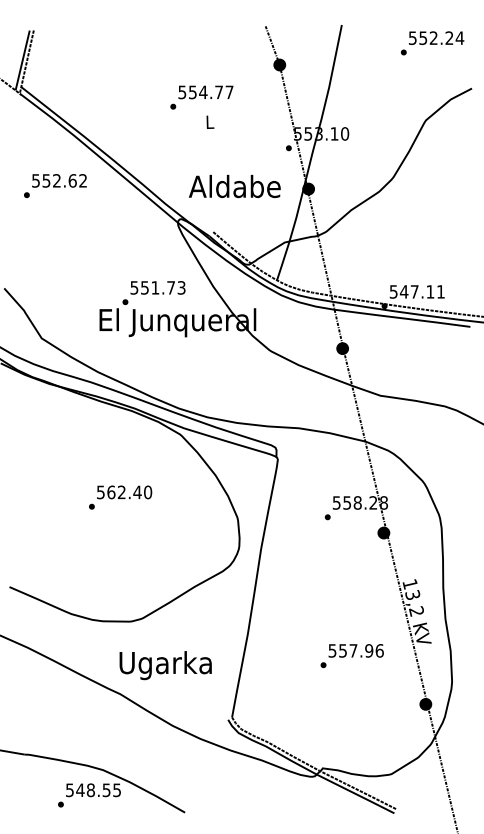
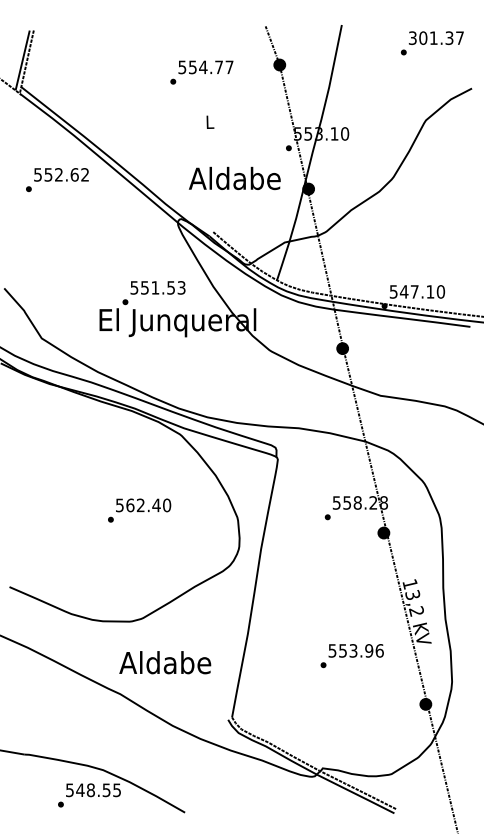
text at (436, 38): 552.24 -> 301.37
text at (201, 97) position: (201, 97) -> (201, 72)
text at (55, 185) position: (55, 185) -> (57, 179)
text at (234, 186) position: (234, 186) -> (234, 178)
text at (170, 287): 551.73 -> 551.53
text at (440, 291): 547.11 -> 547.10
text at (120, 497) position: (120, 497) -> (139, 510)
text at (353, 650): 557.96 -> 553.96
text at (165, 665): Ugarka -> Aldabe
